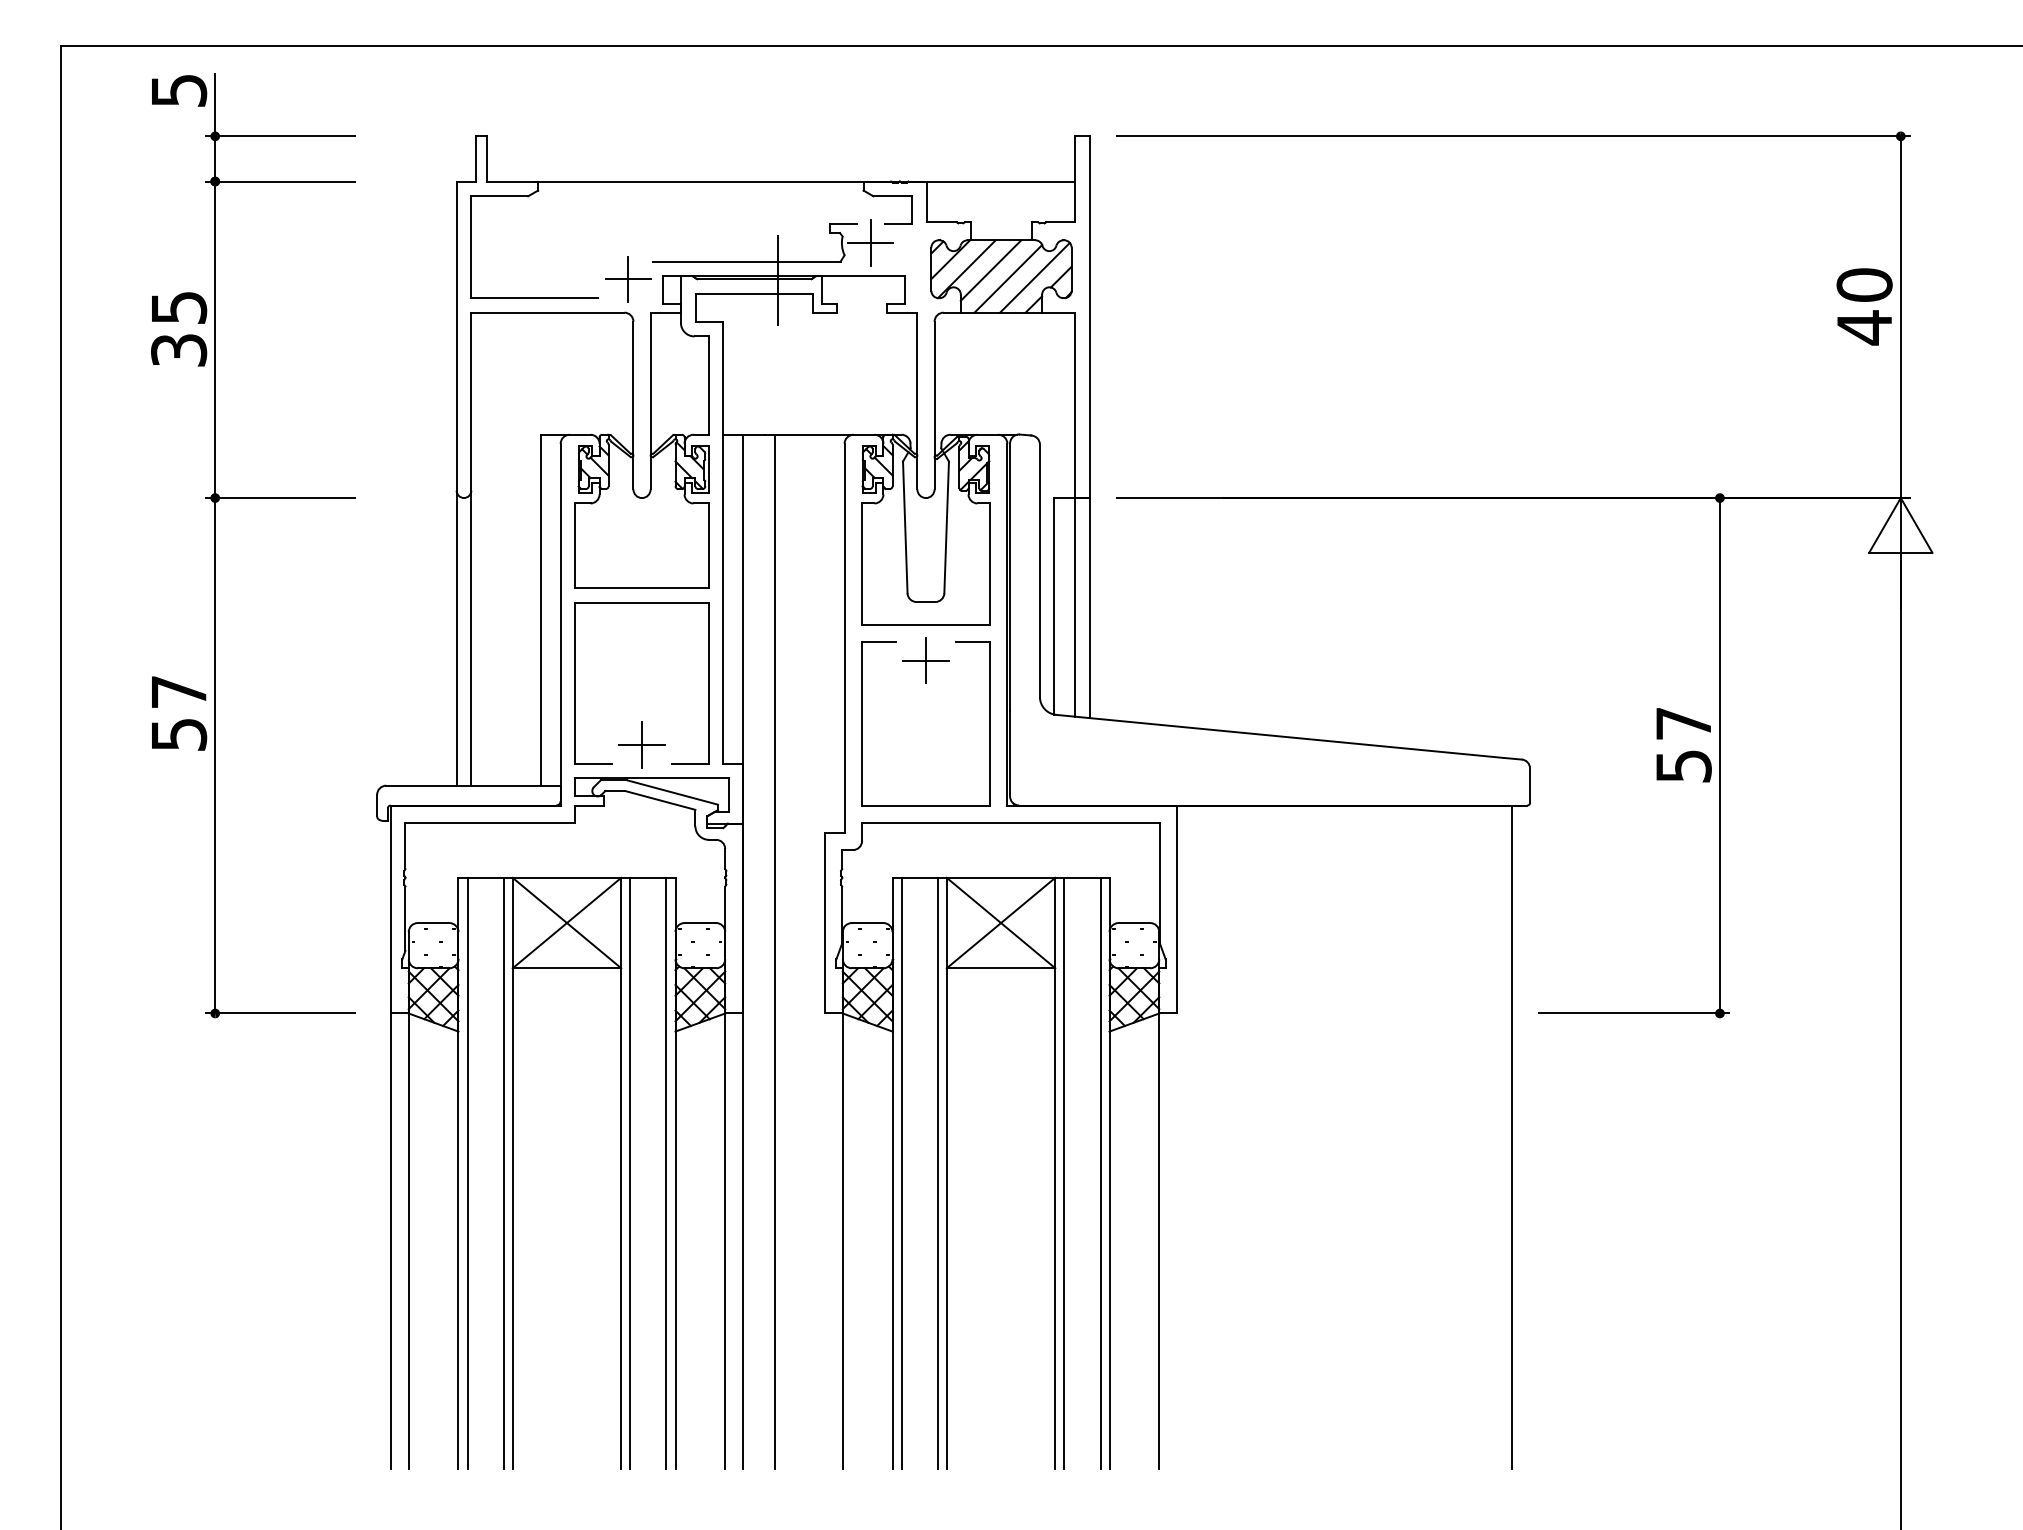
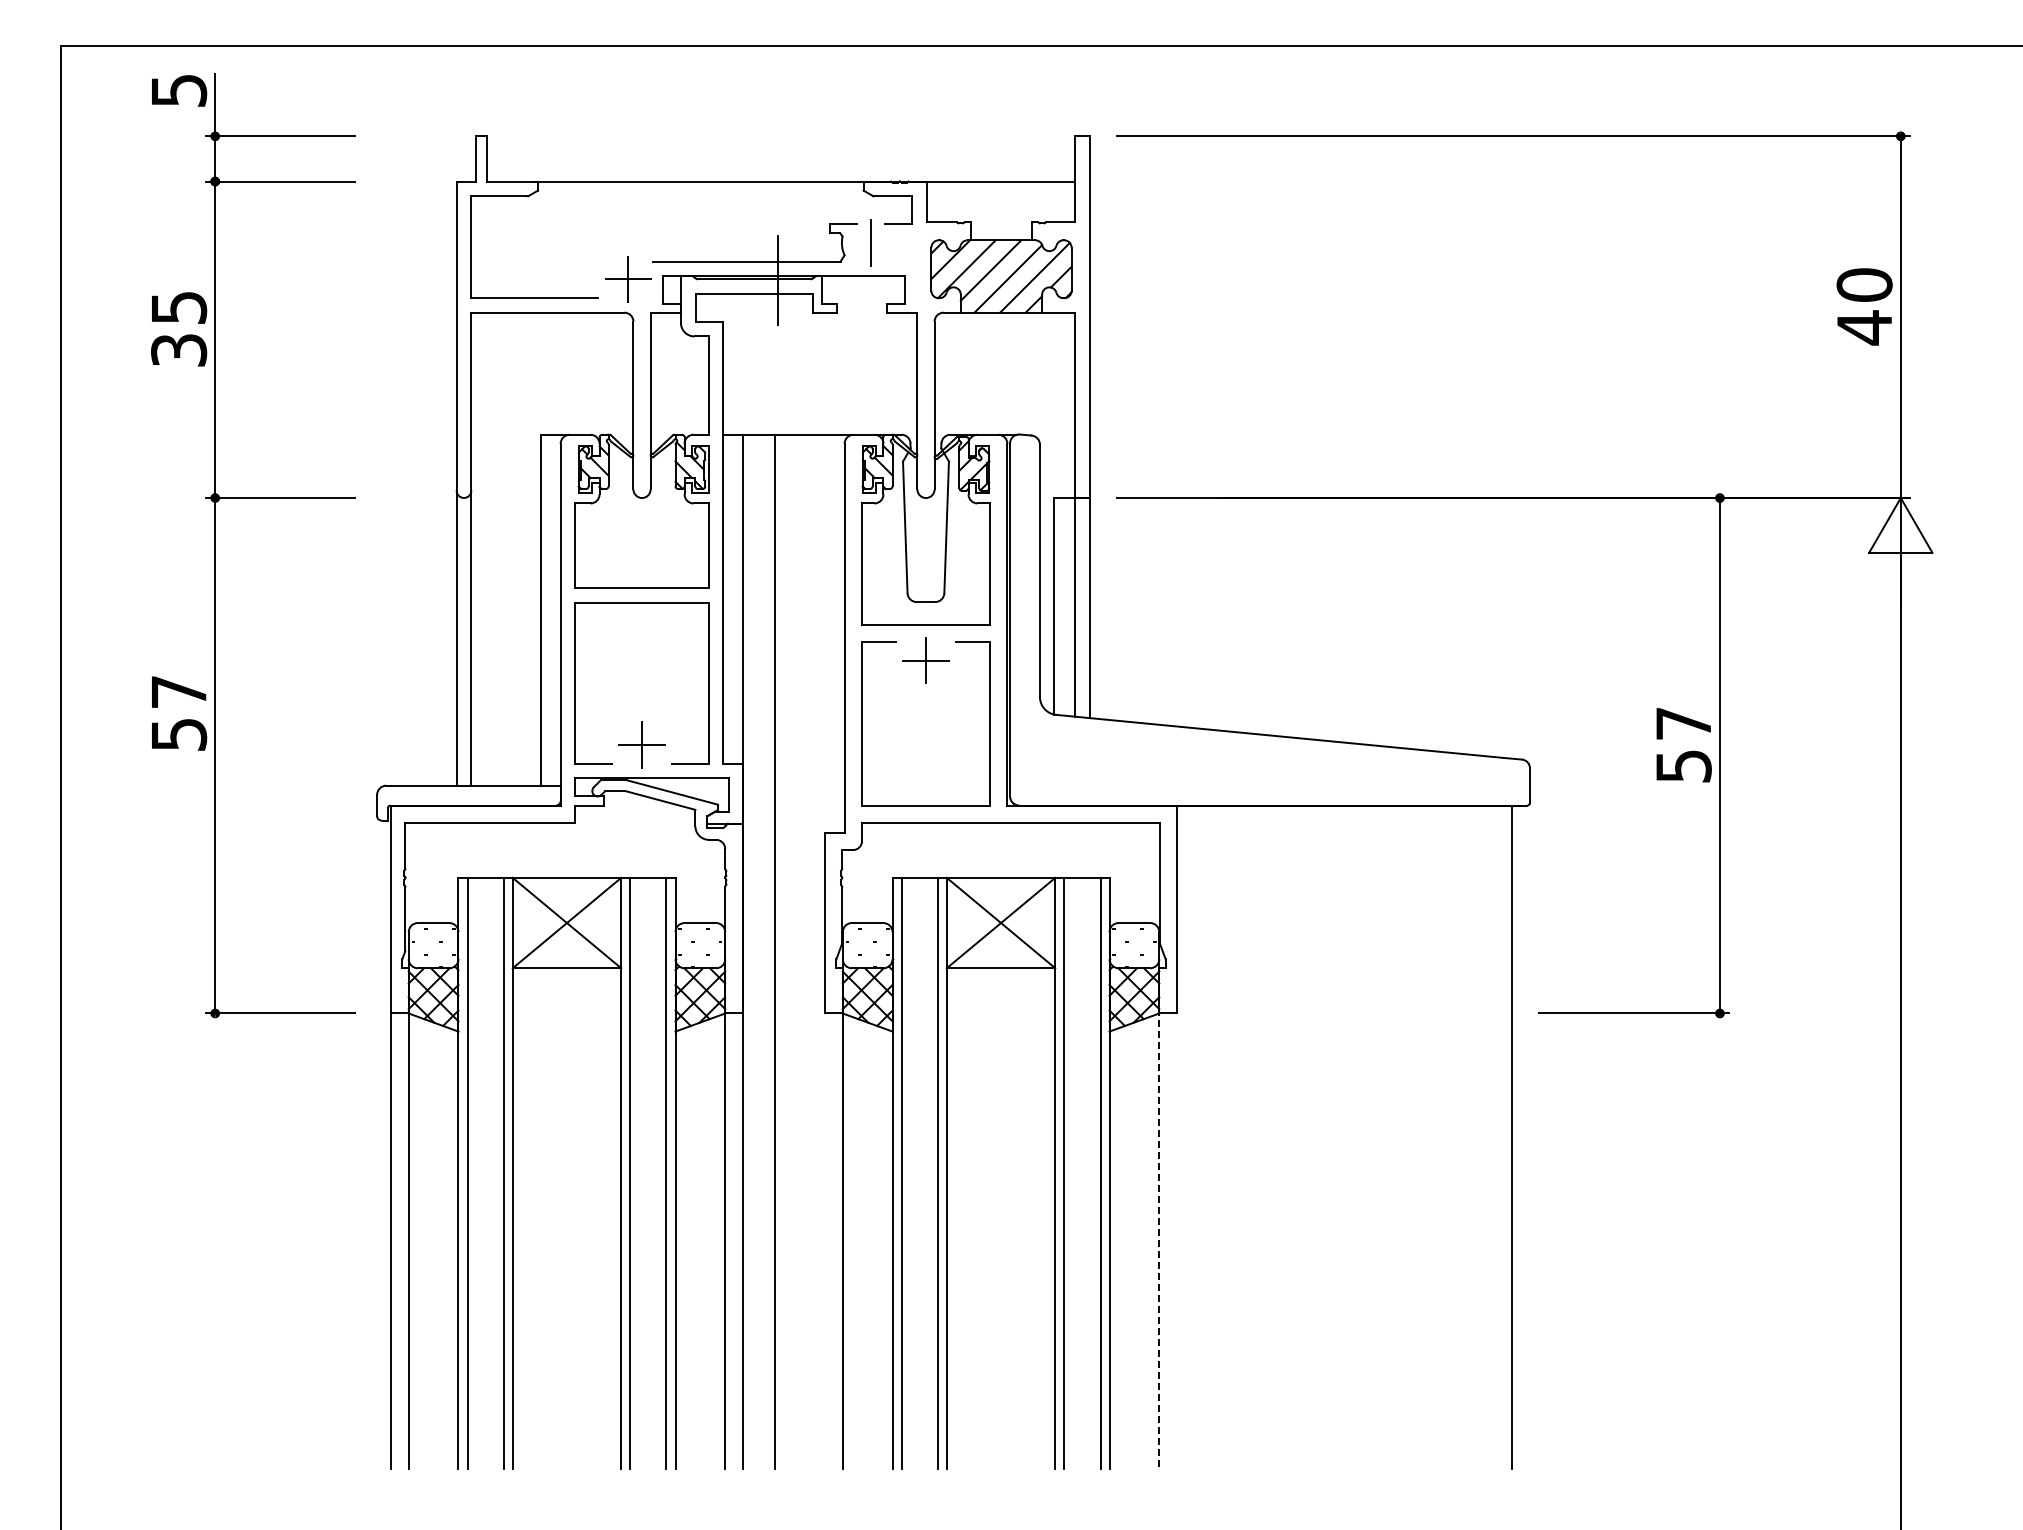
line at (870, 243): present -> none
line at (1159, 1238): solid -> dashed
